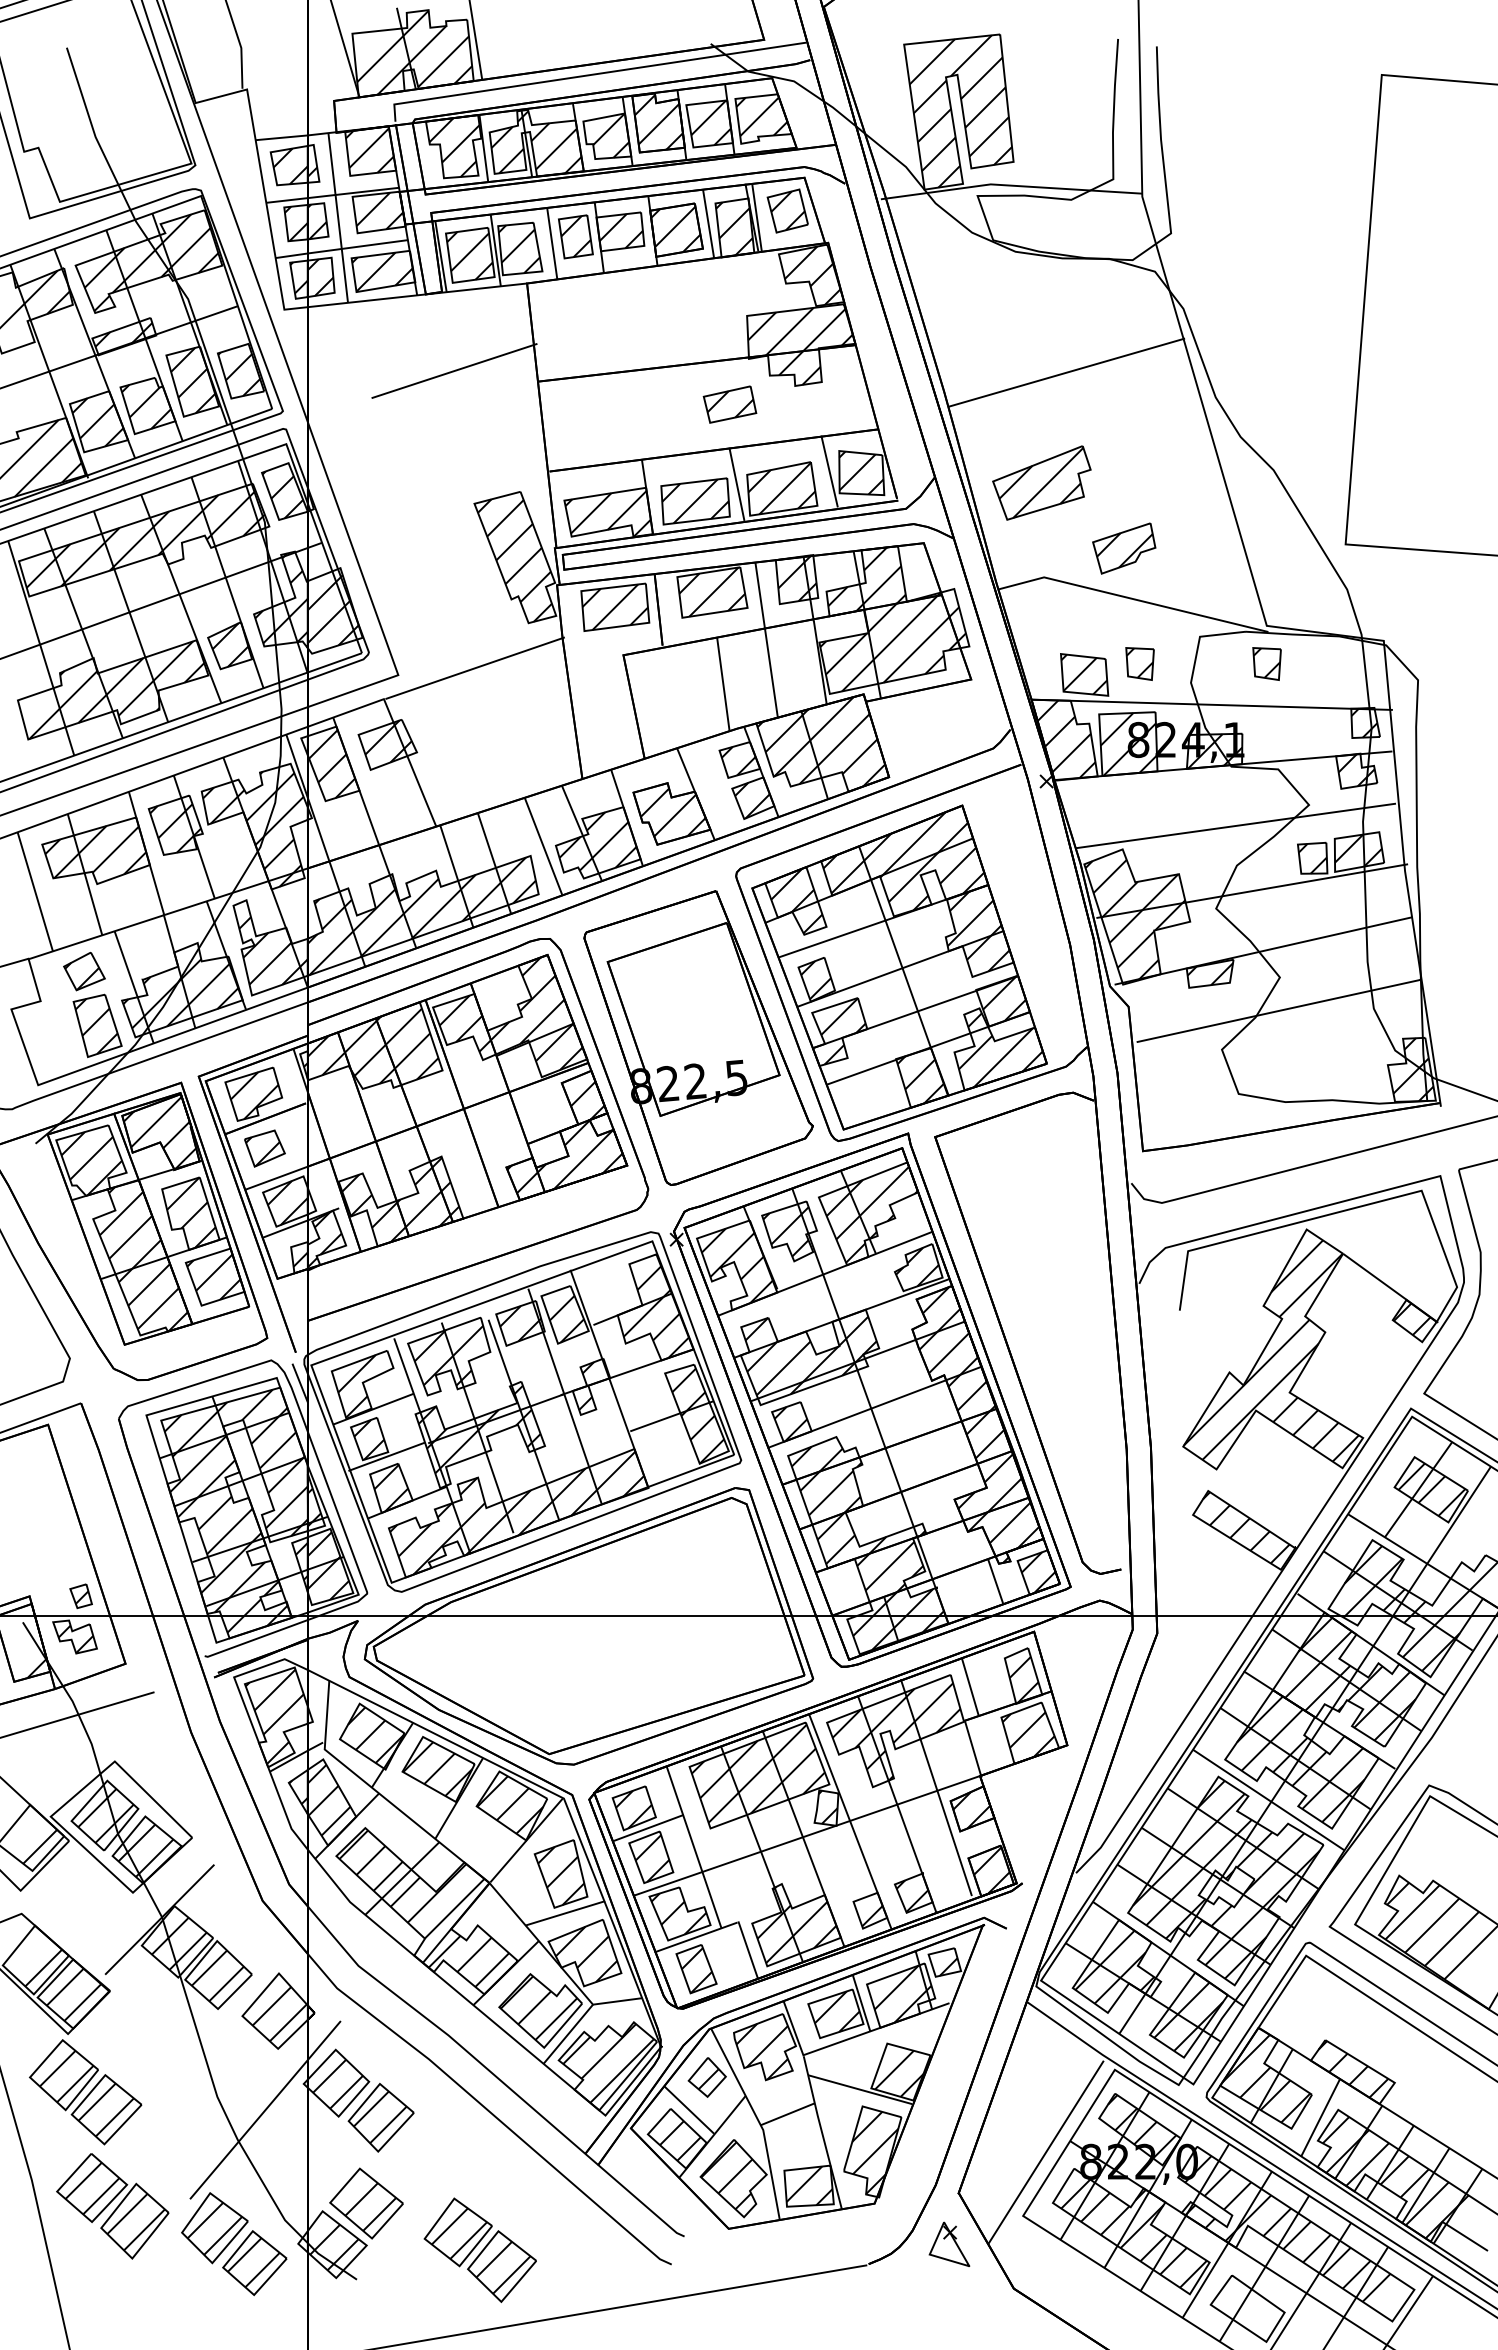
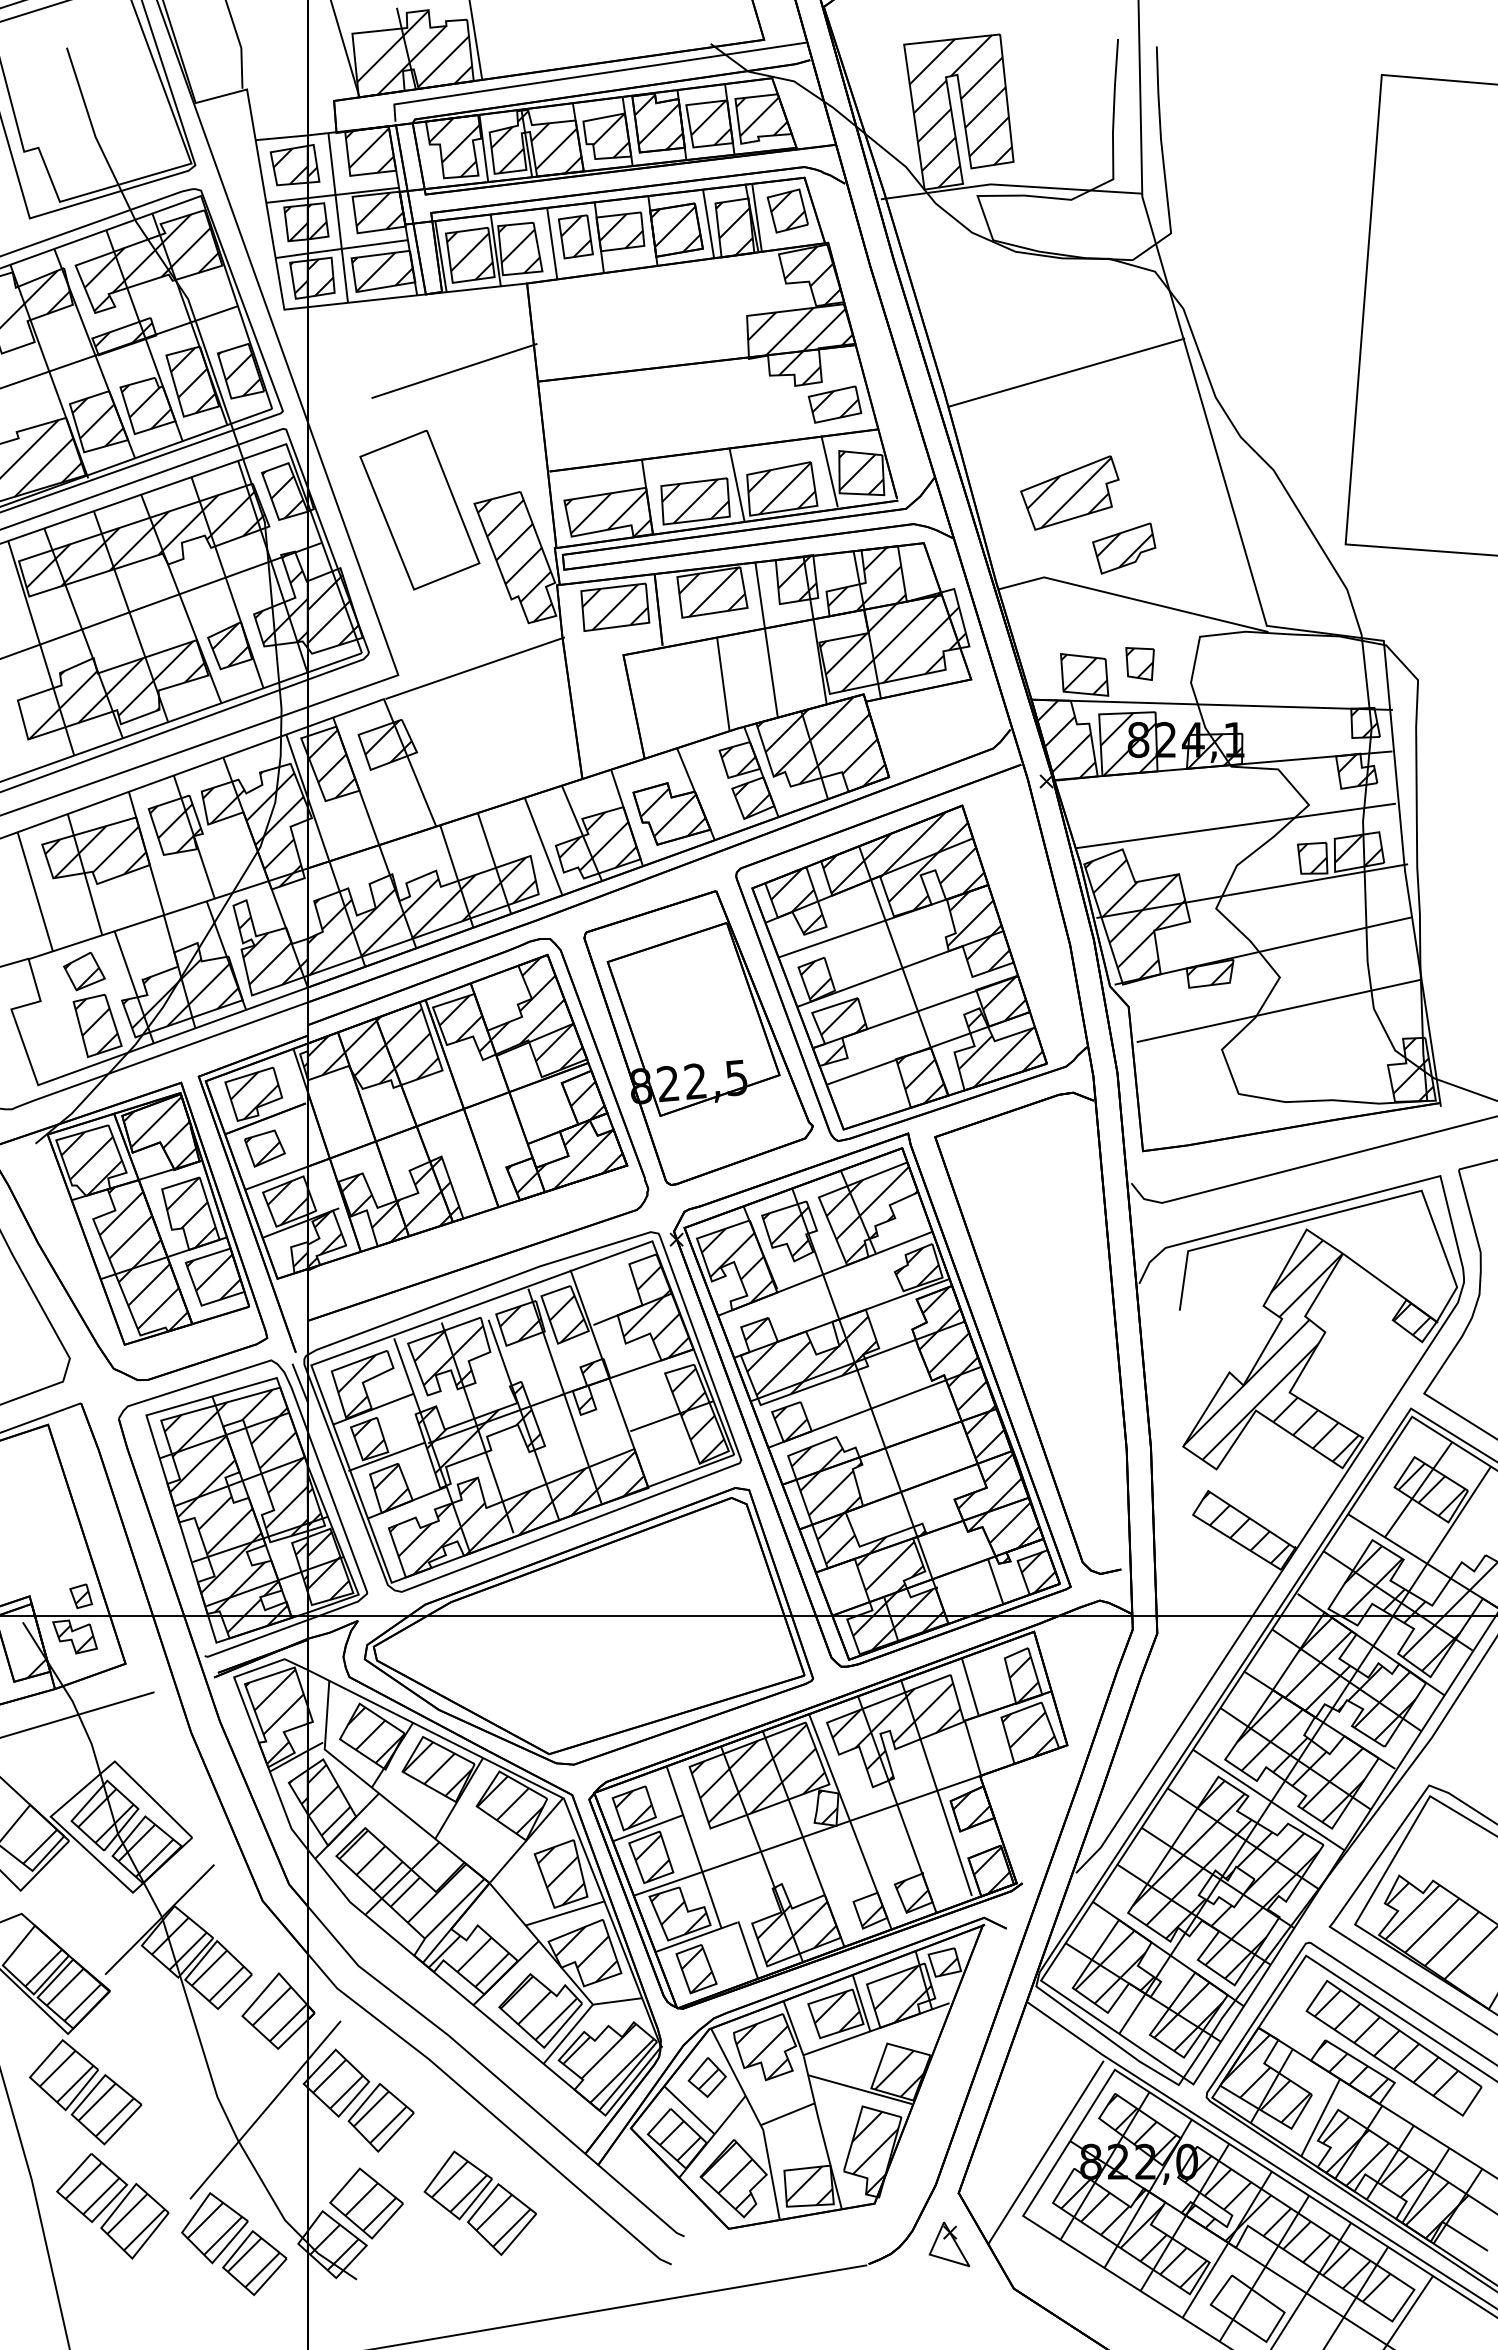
part at (729, 404) position: (729, 404) -> (834, 404)
part at (1041, 482) position: (1041, 482) -> (1069, 492)
part at (419, 509): none -> present
part at (1266, 663): present -> none
part at (1393, 2048): none -> present
part at (479, 2249) position: (479, 2249) -> (479, 2202)
